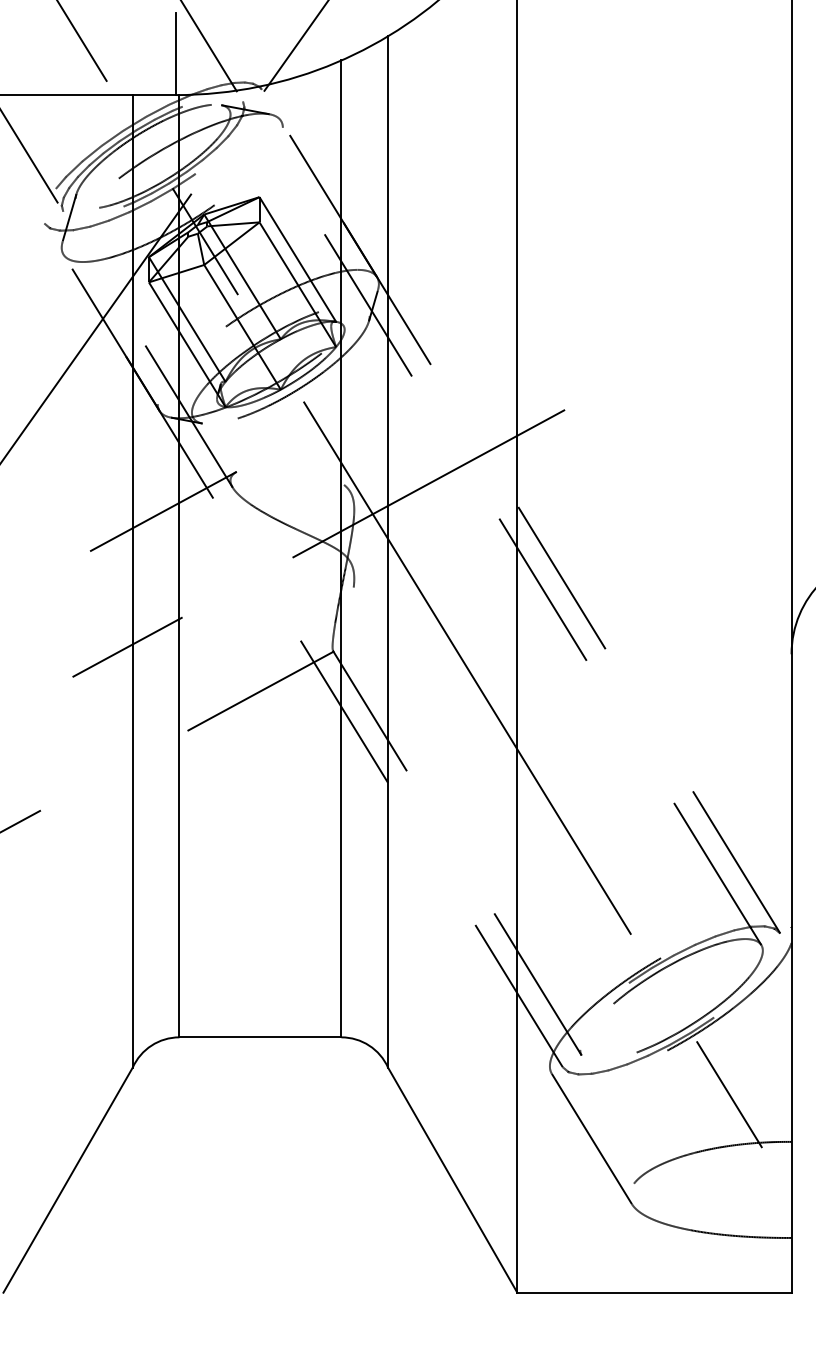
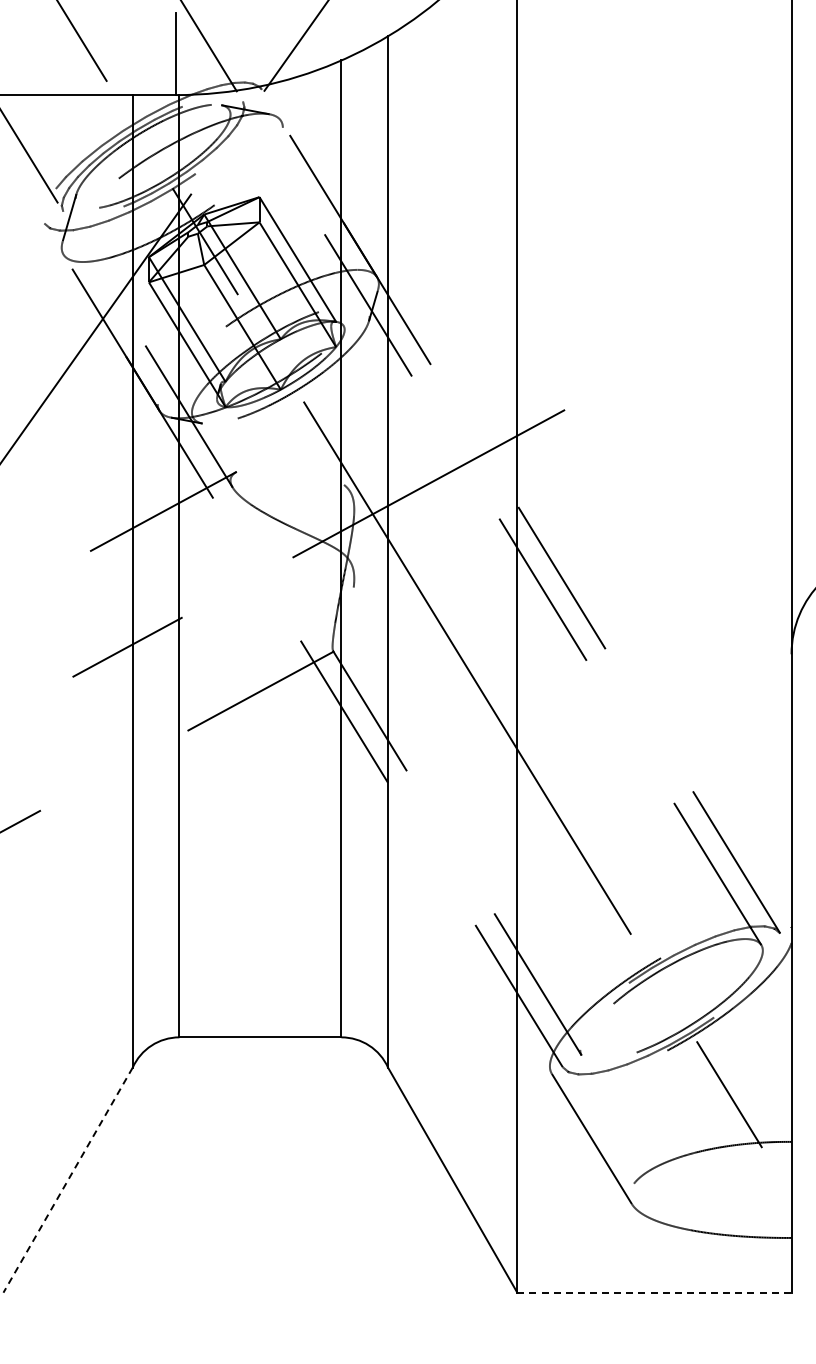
line at (68, 1180): solid -> dashed
line at (654, 1292): solid -> dashed
